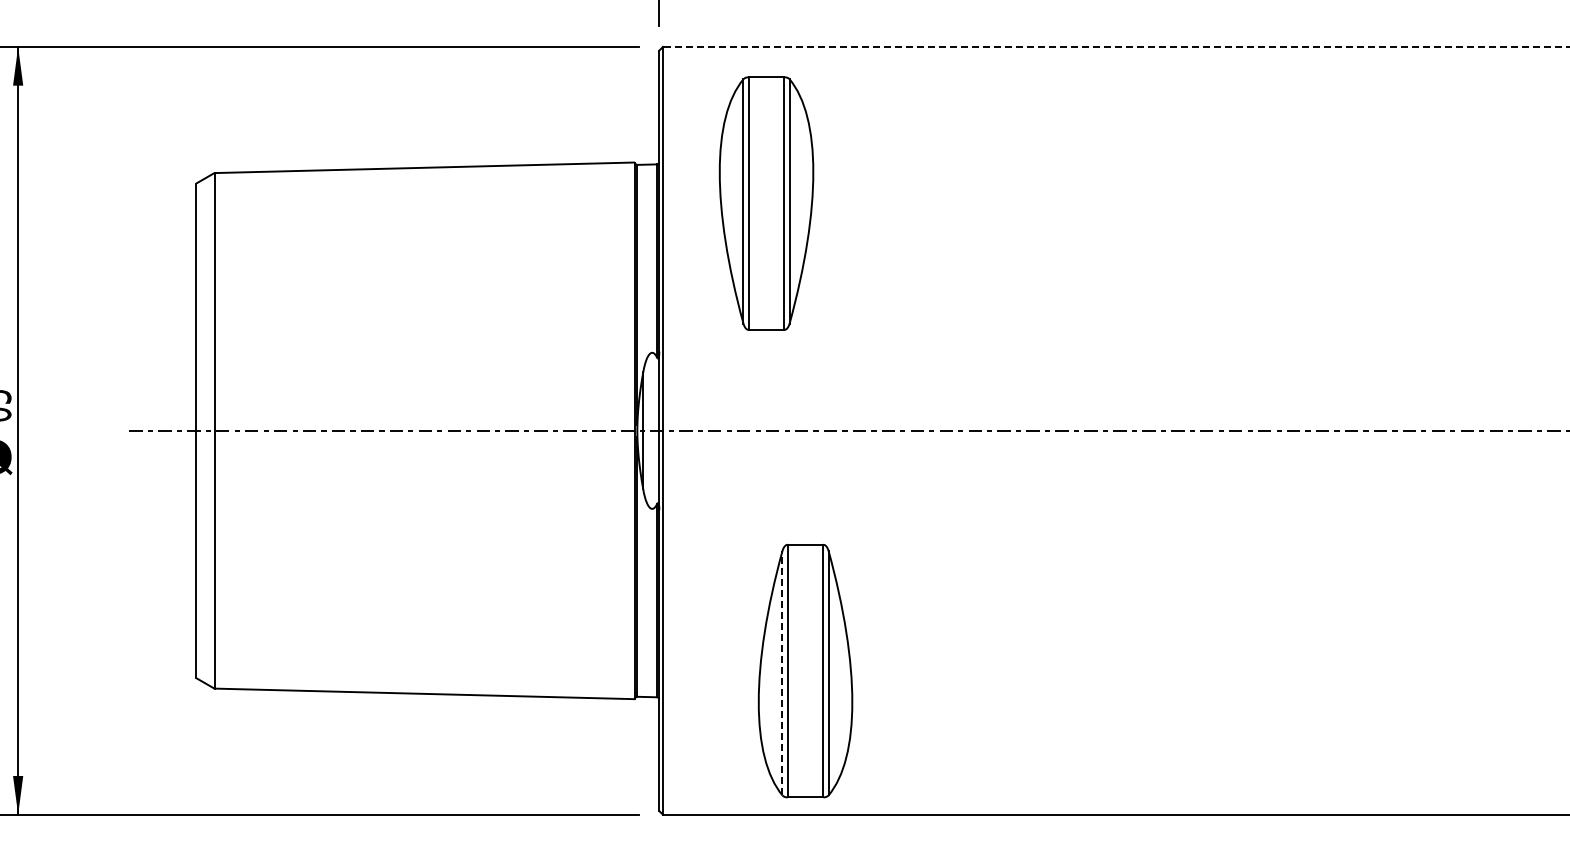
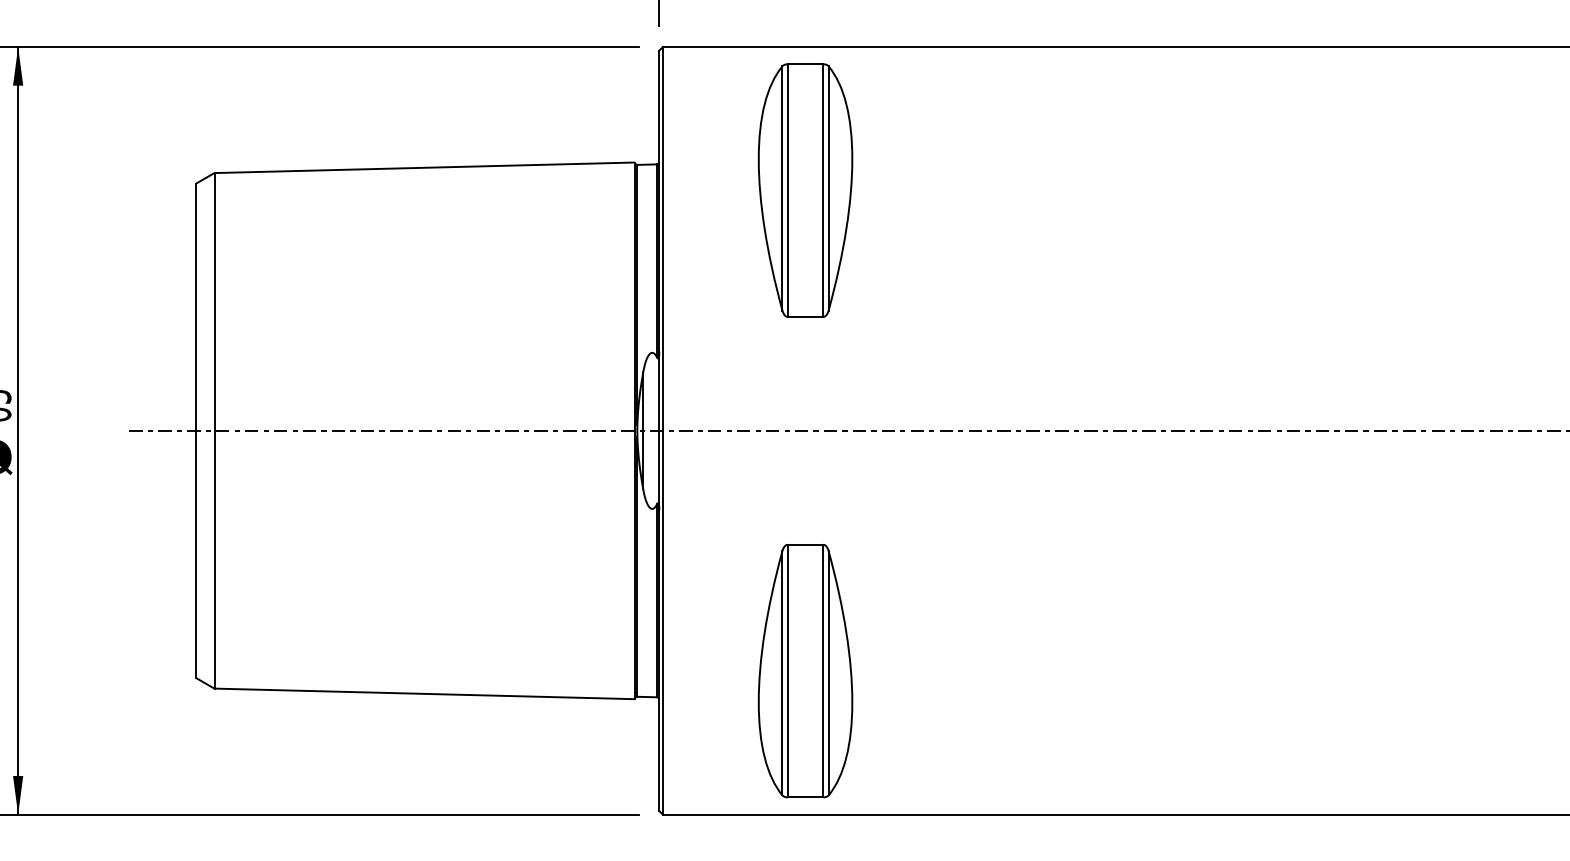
line at (1115, 46): dashed -> solid
part at (766, 203) position: (766, 203) -> (805, 190)
line at (782, 672): dashed -> solid
